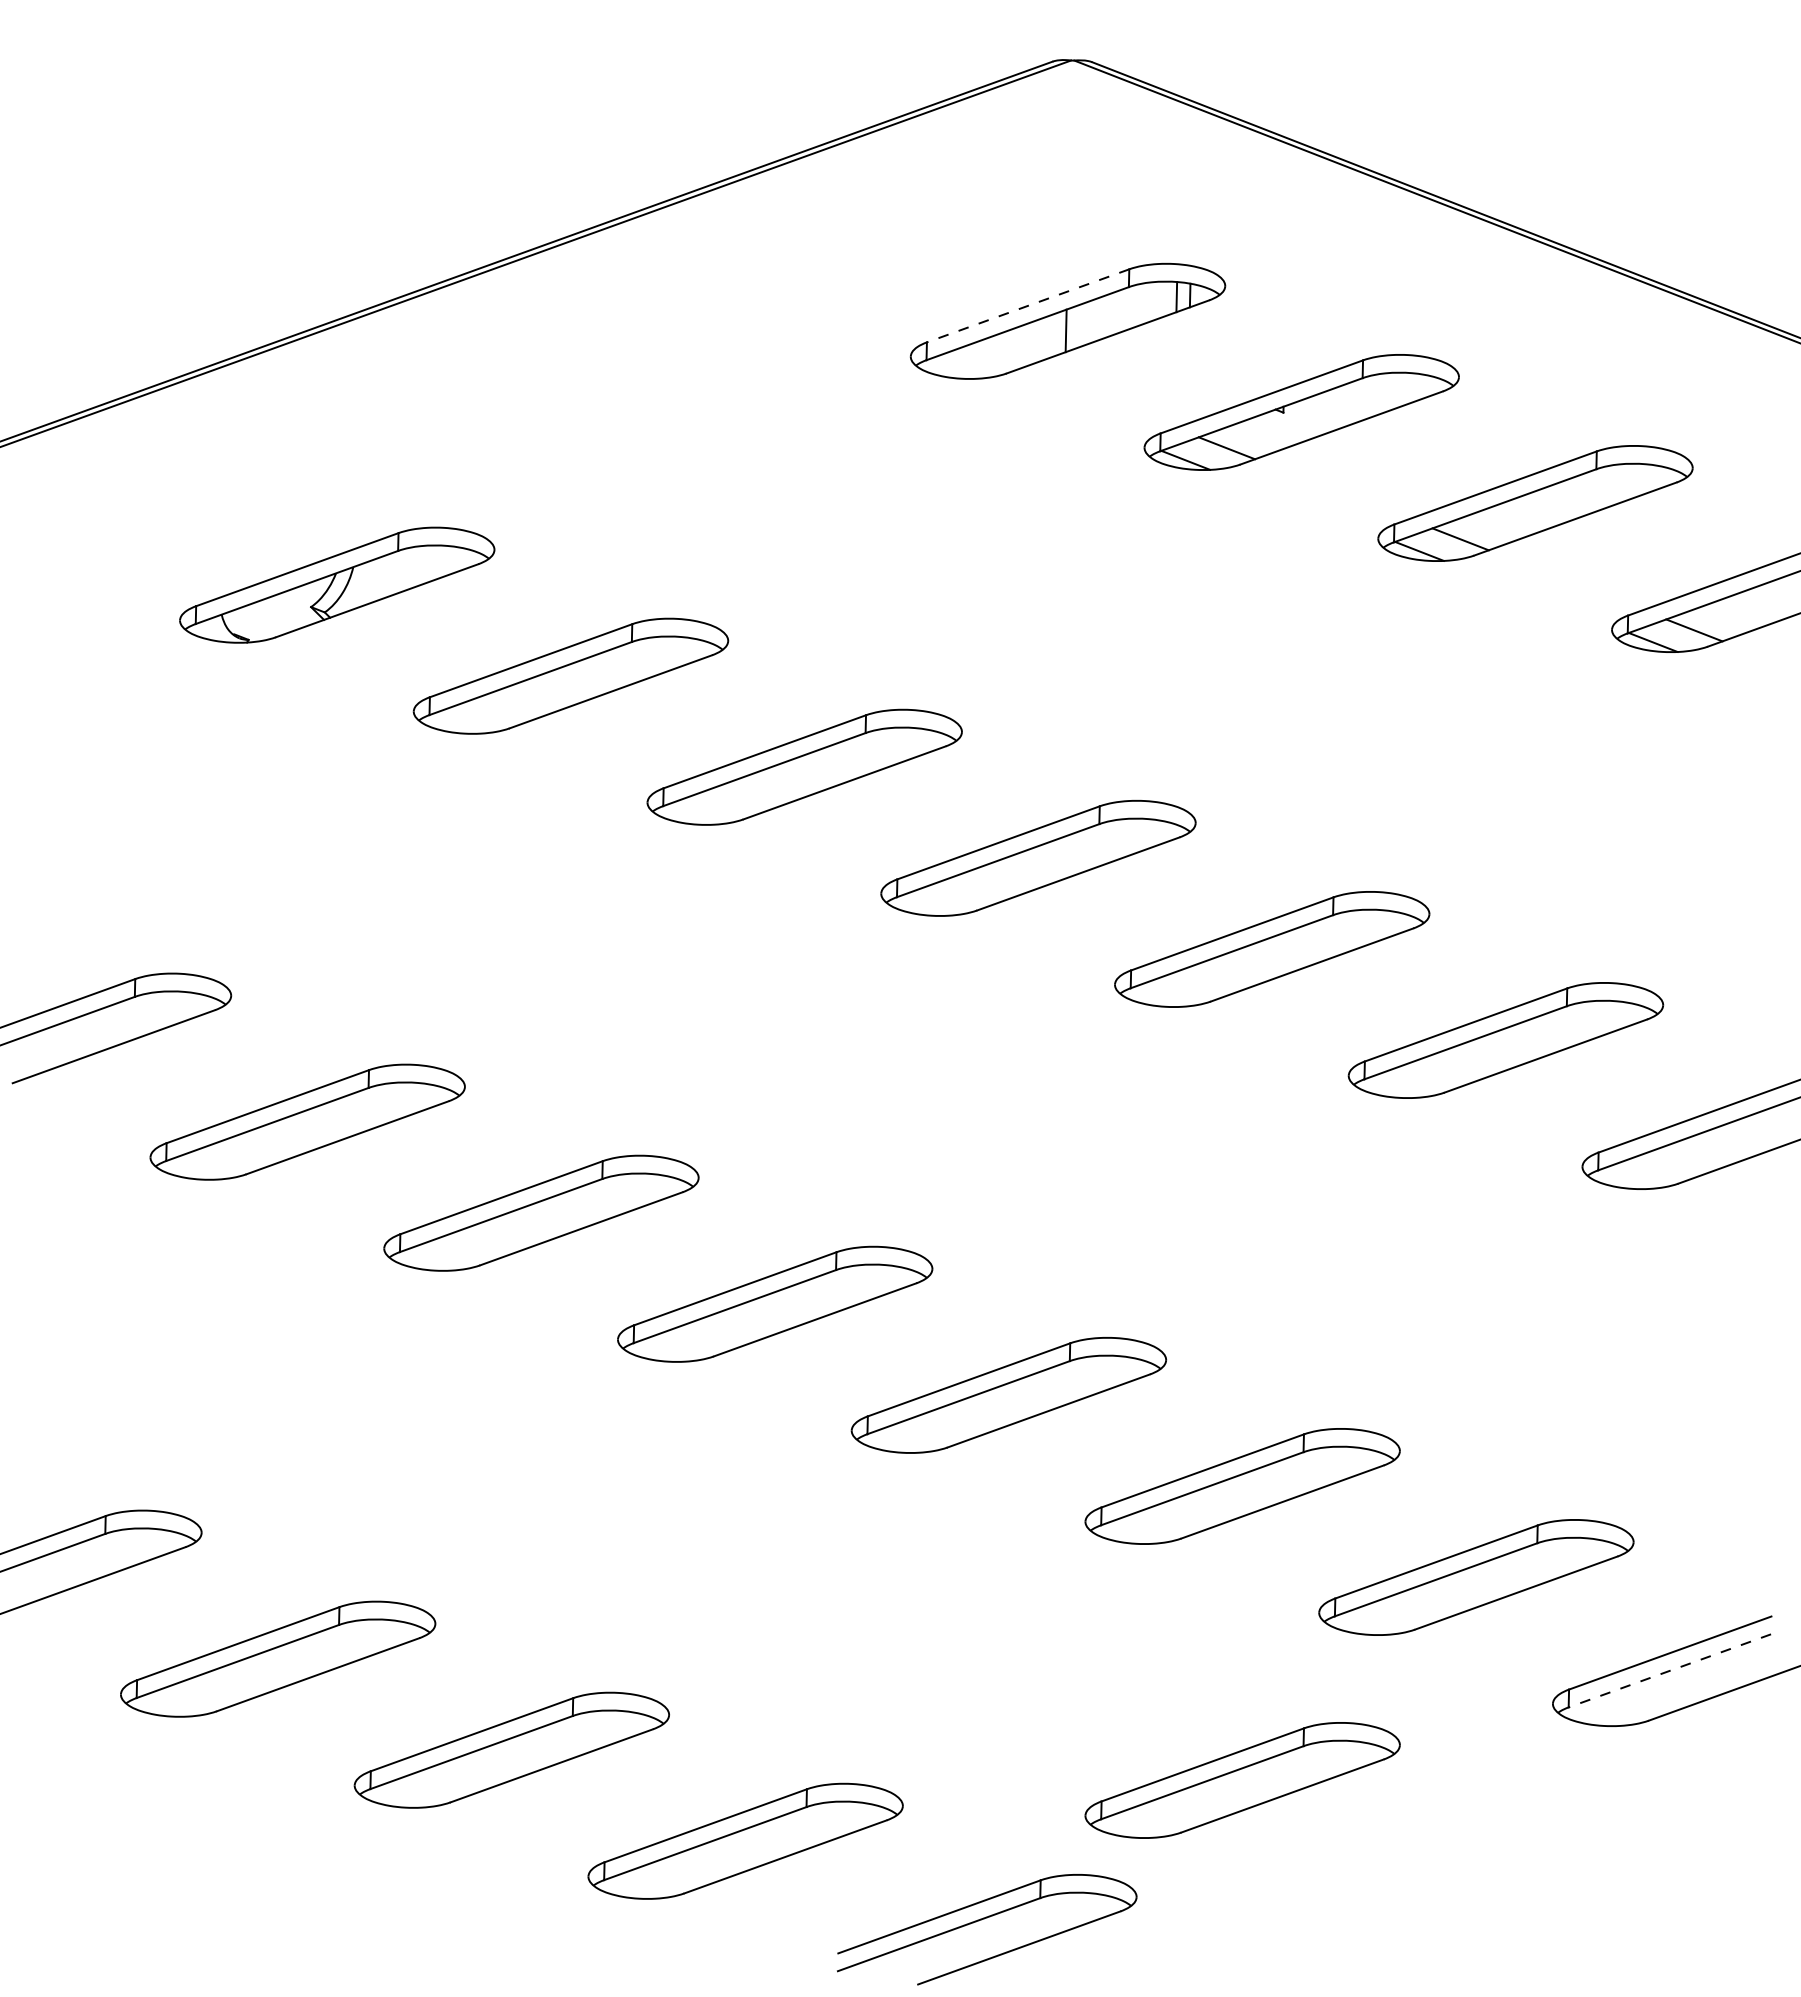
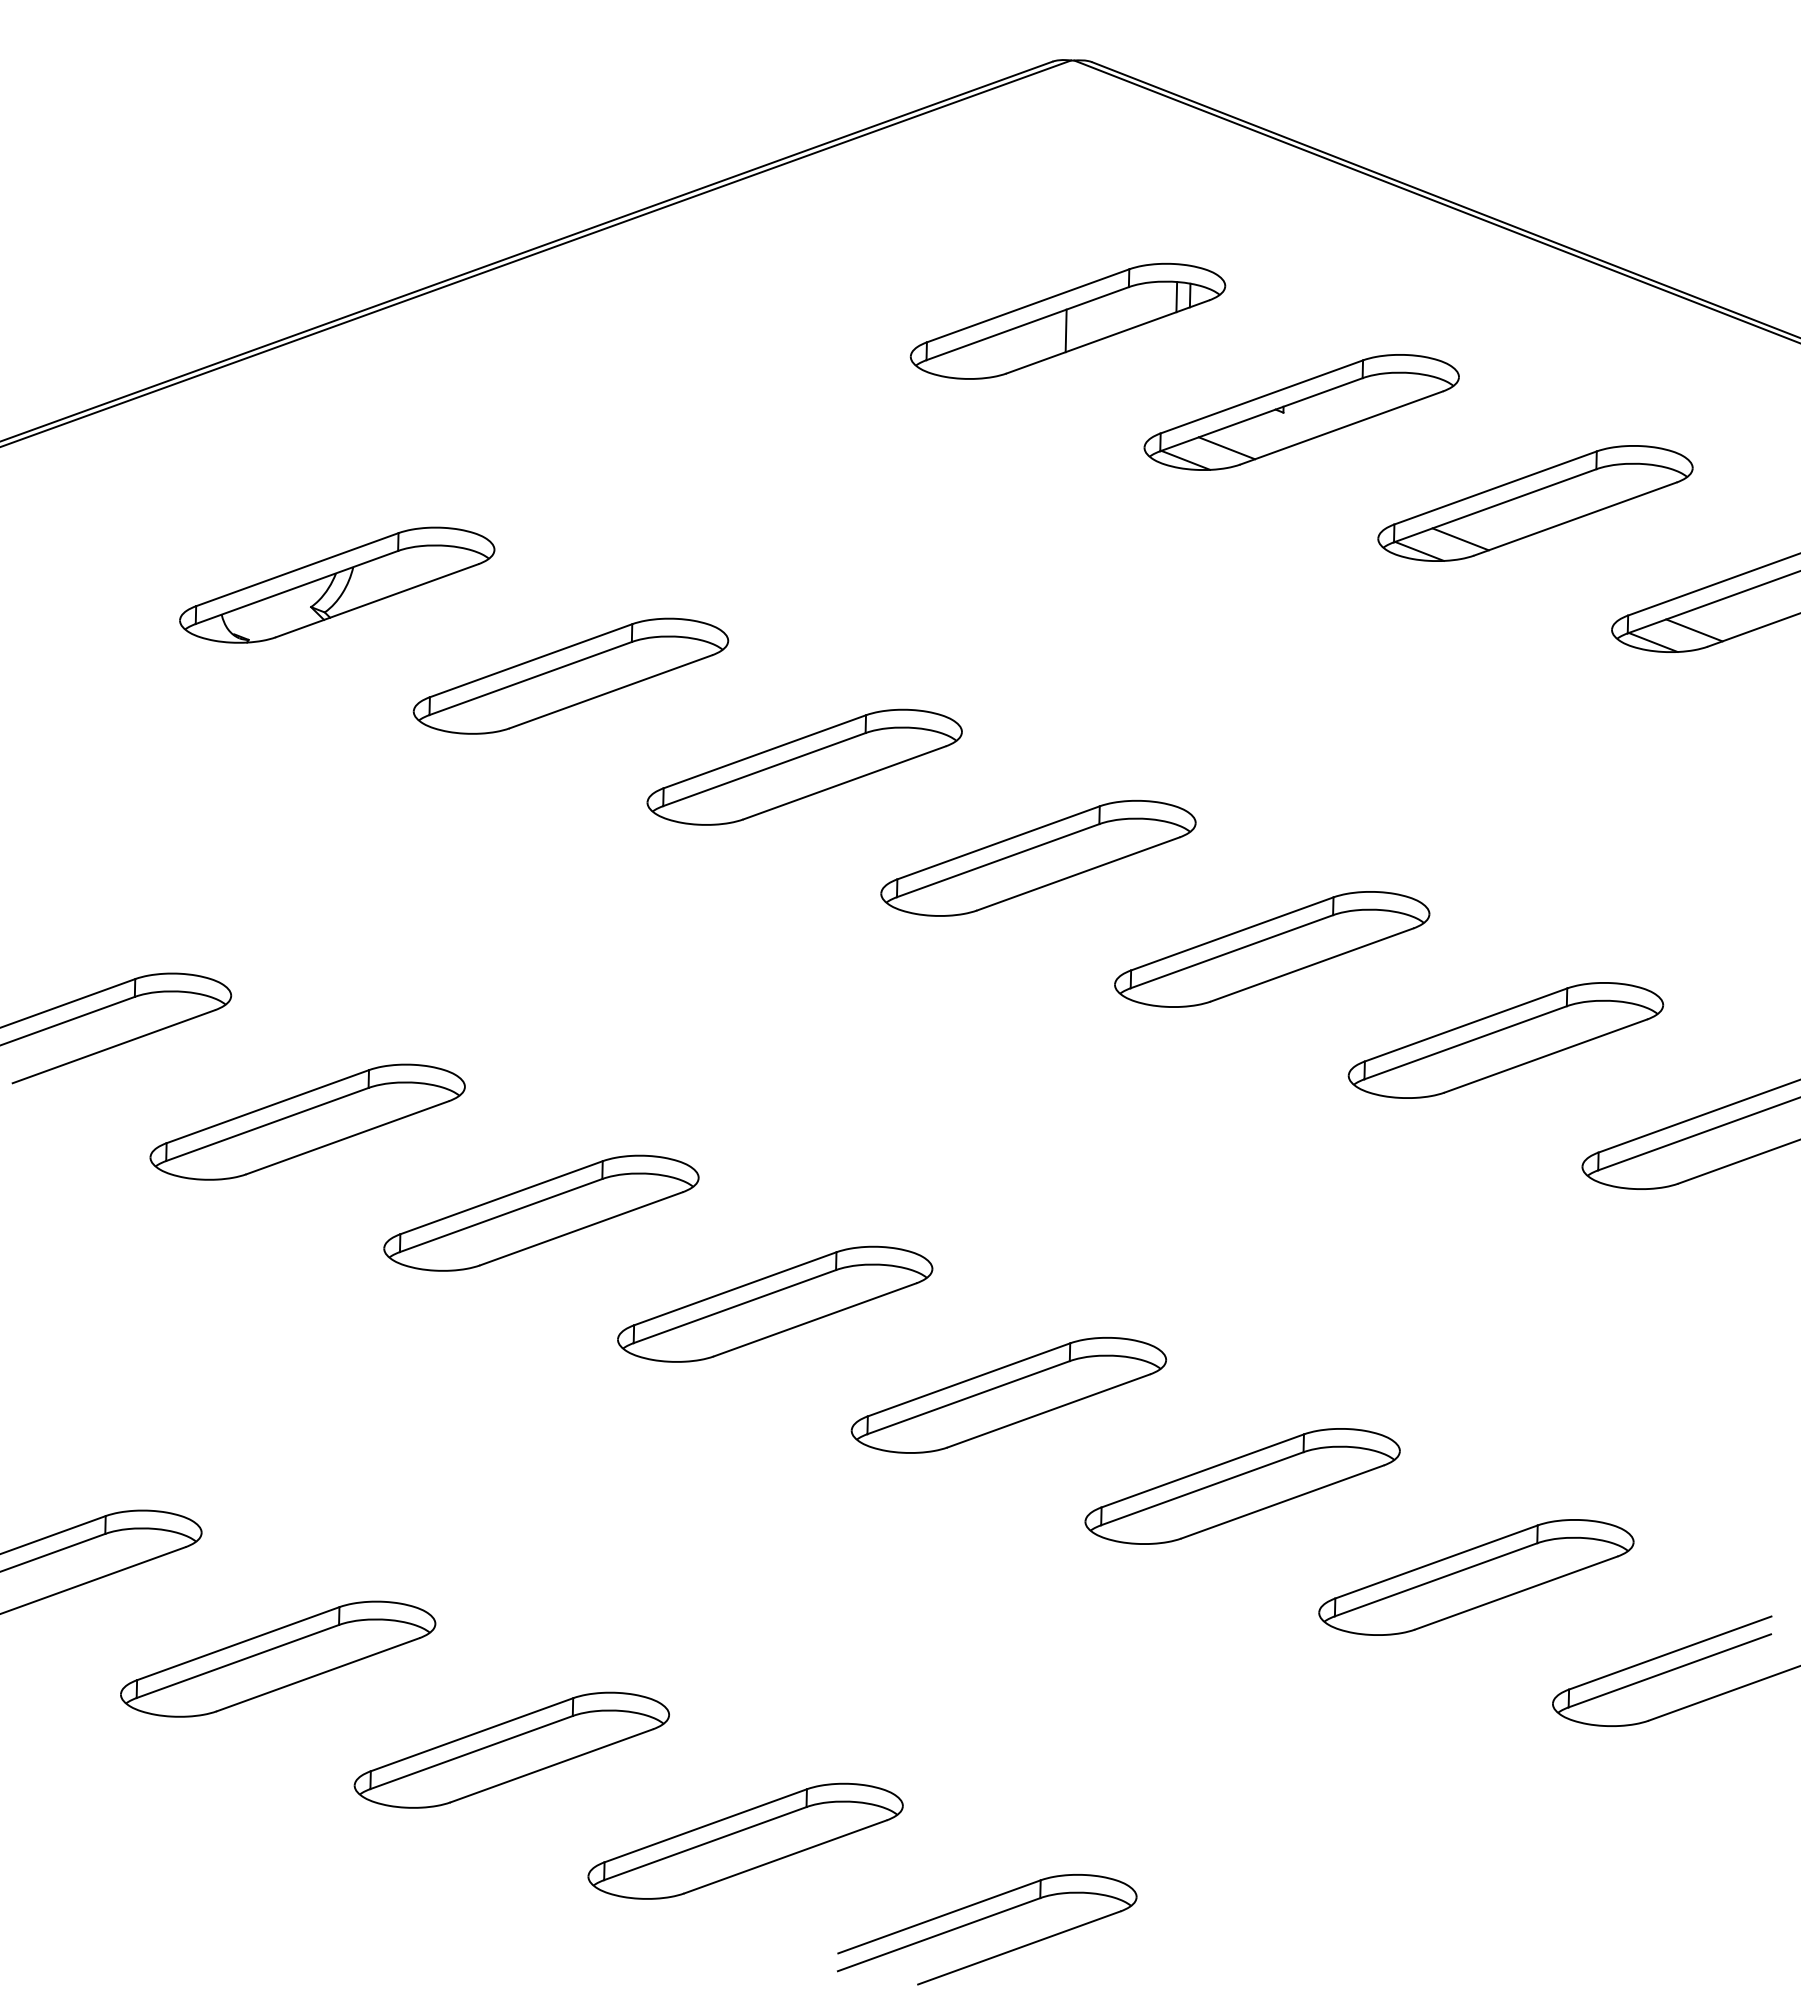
line at (1028, 305): dashed -> solid
line at (1669, 1670): dashed -> solid
part at (1242, 1780): present -> none
